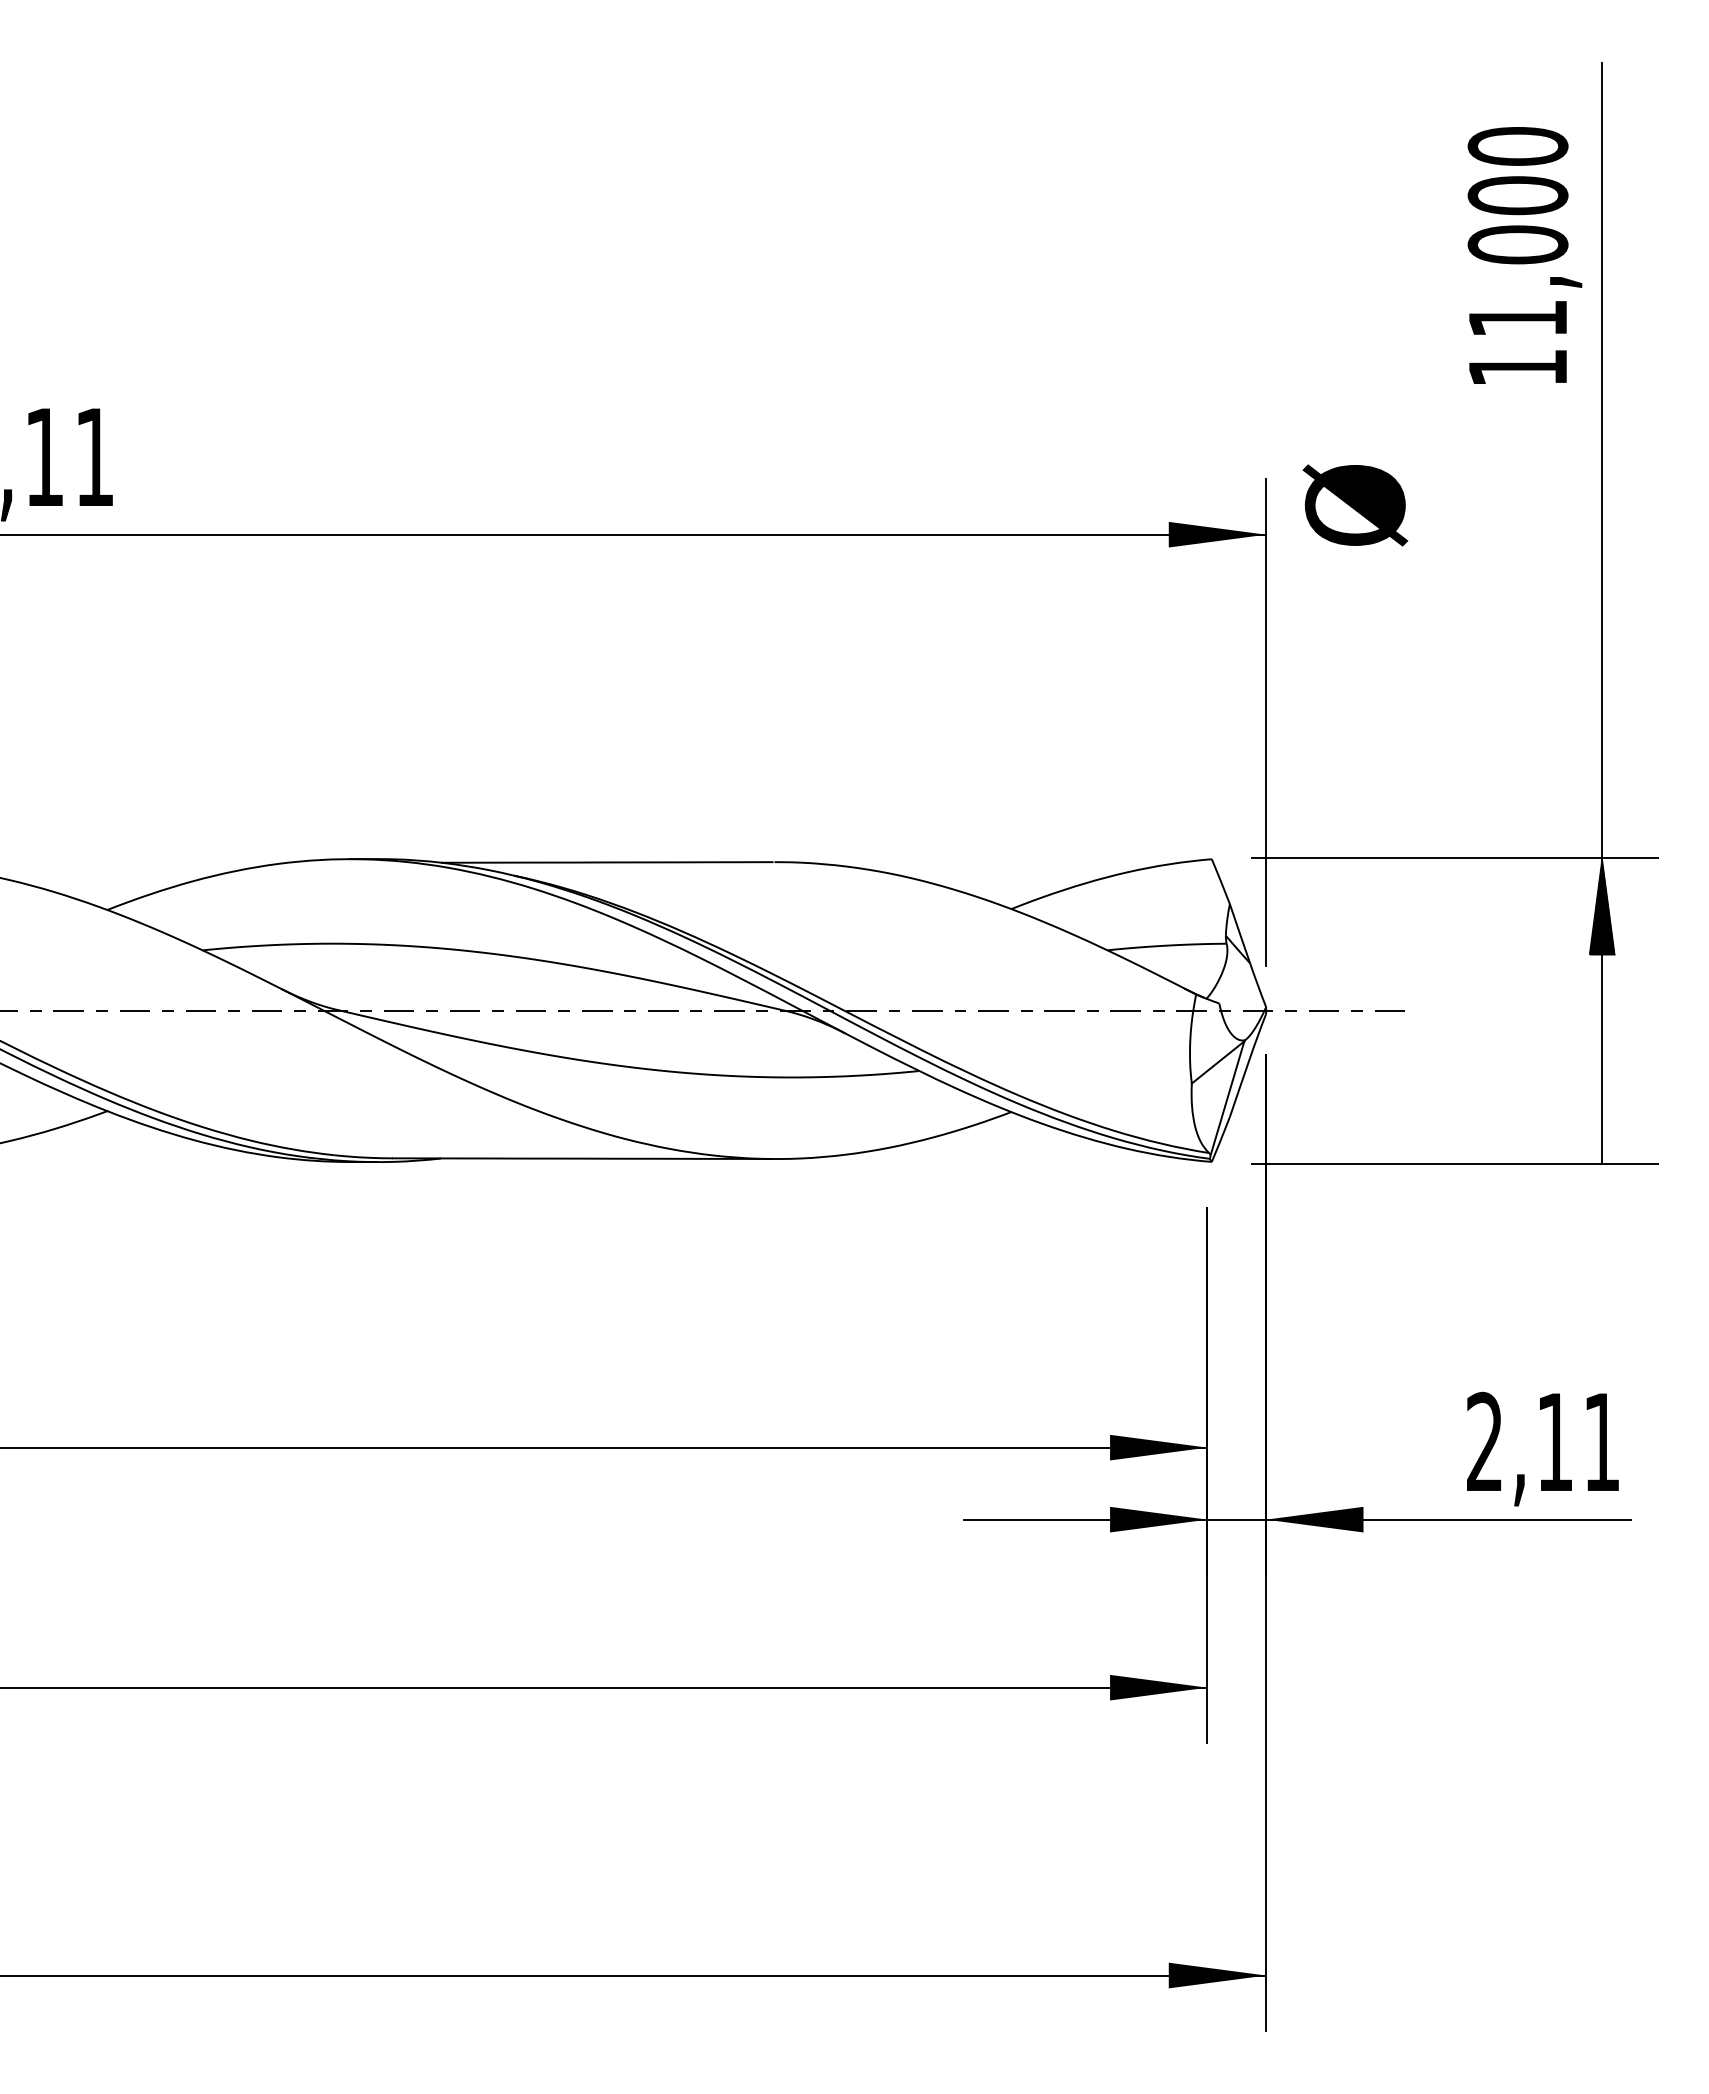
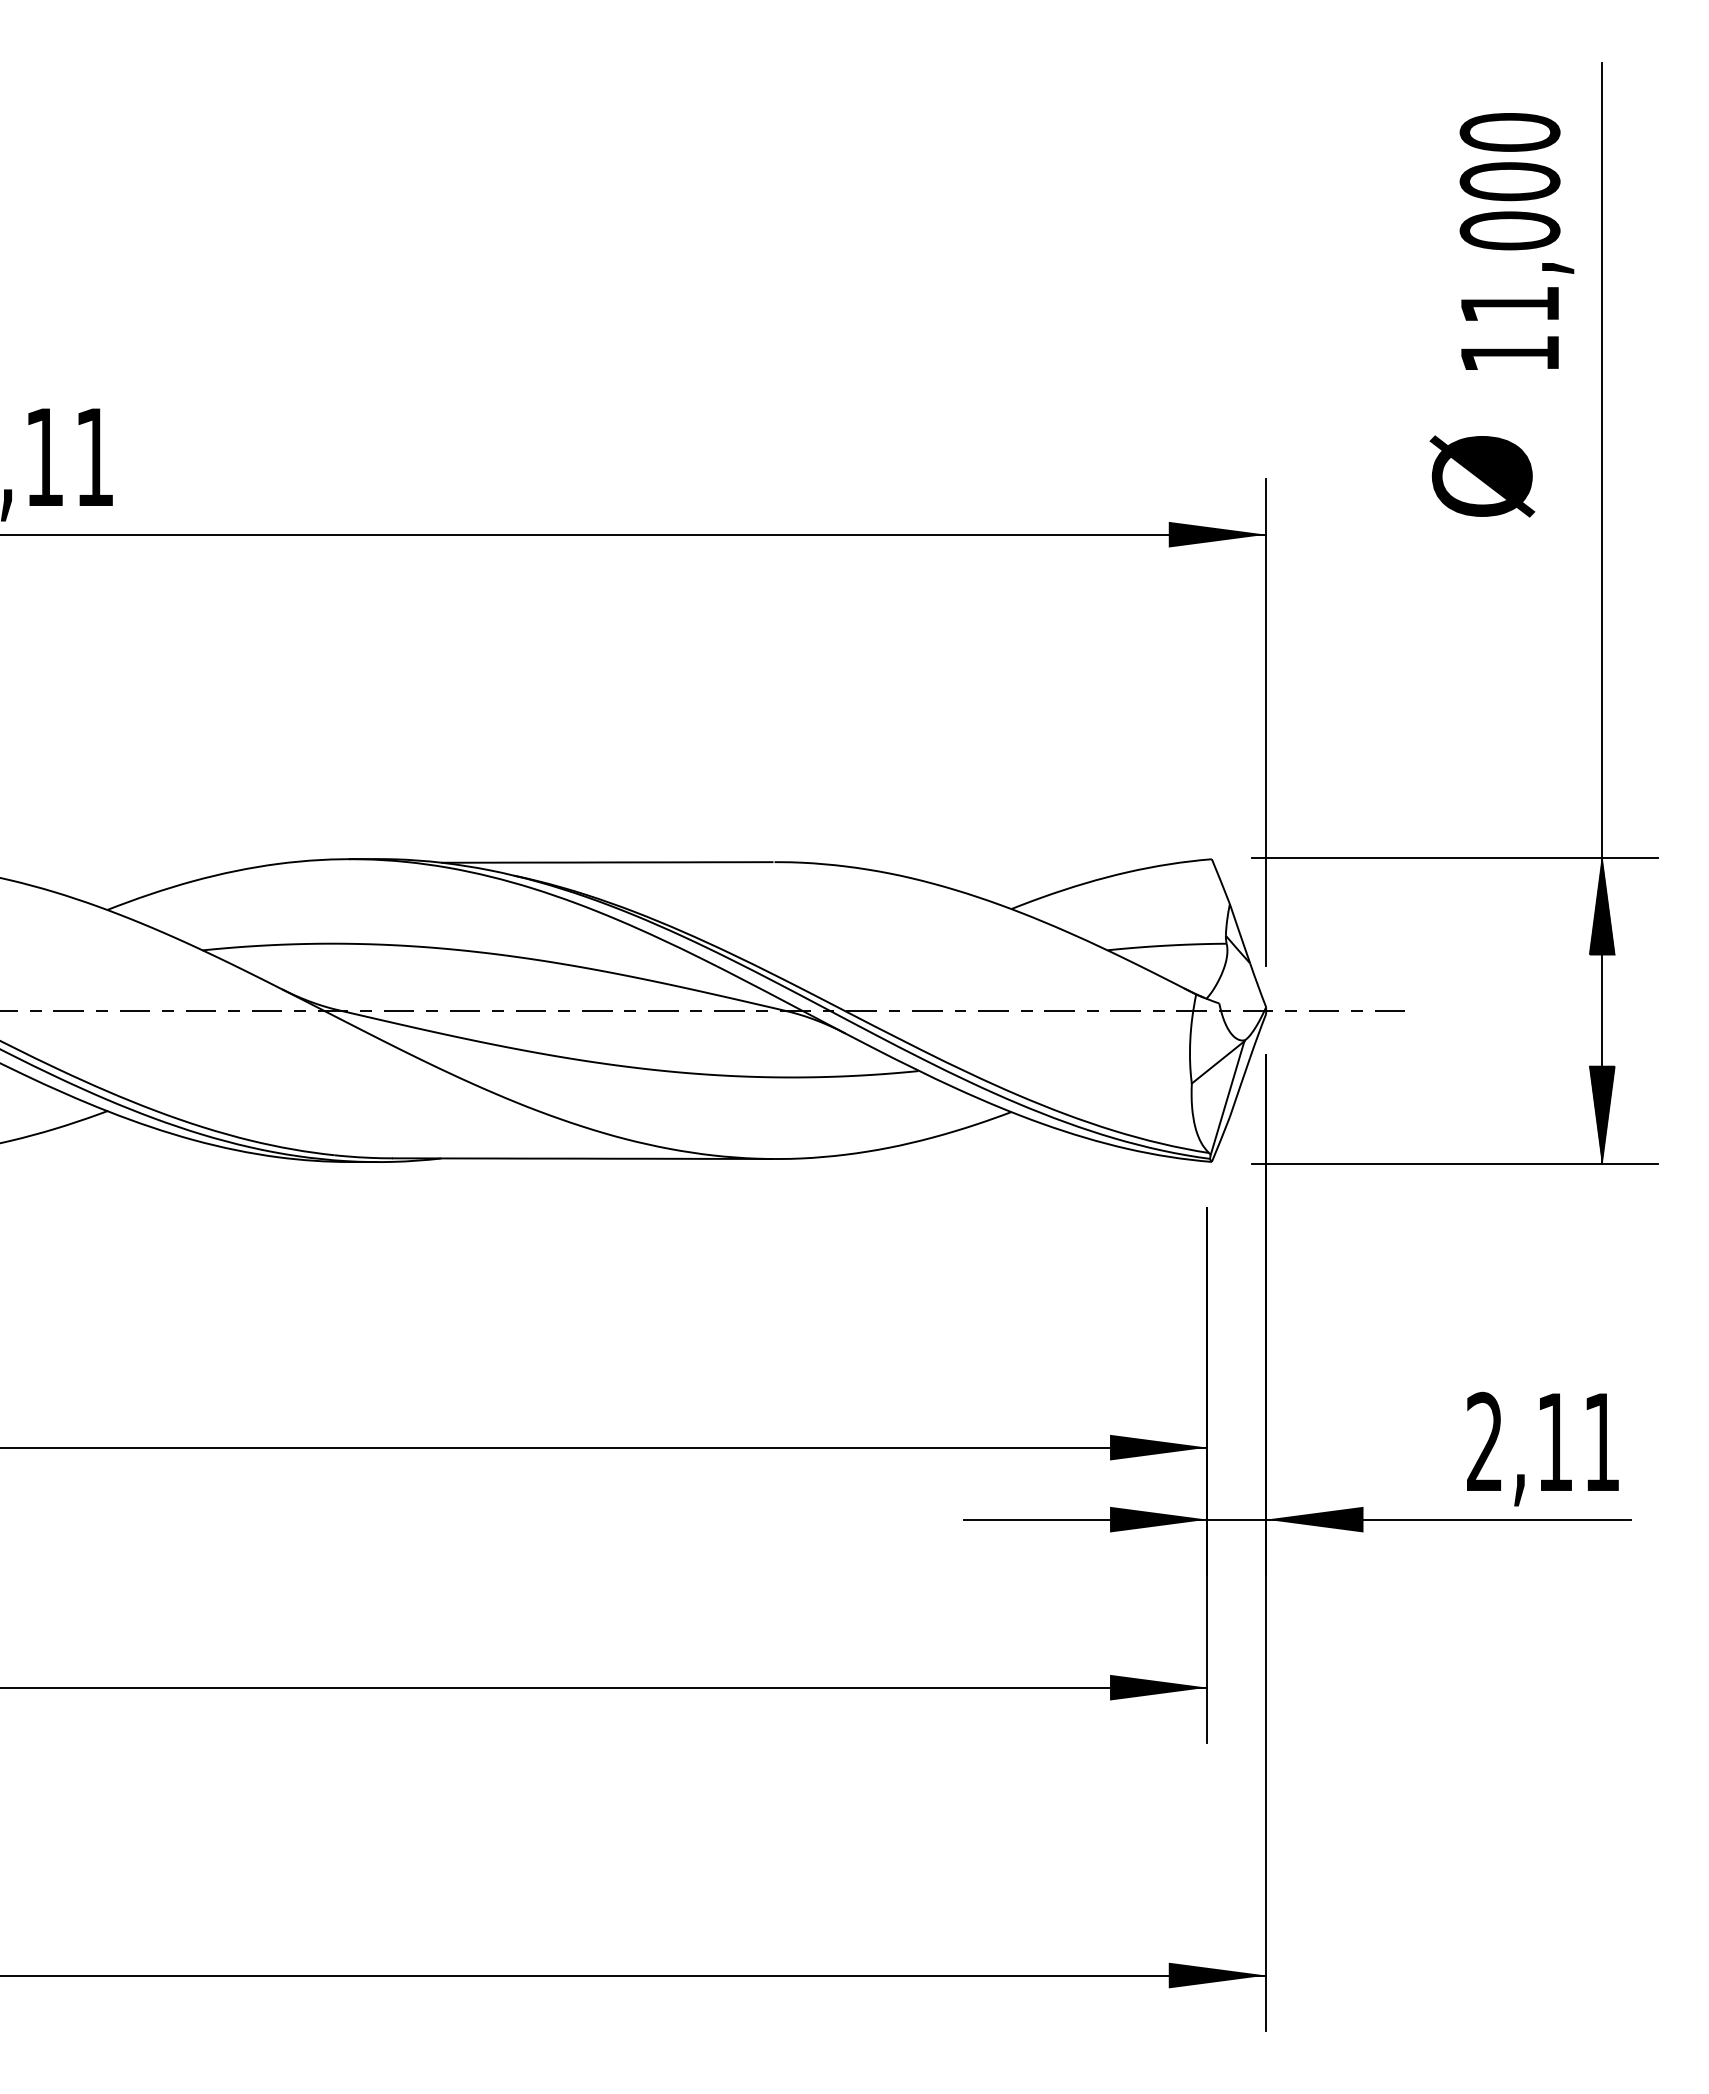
text at (1524, 255) position: (1524, 255) -> (1516, 241)
text at (1355, 505) position: (1355, 505) -> (1482, 476)
hatch at (1601, 1114): none -> present
